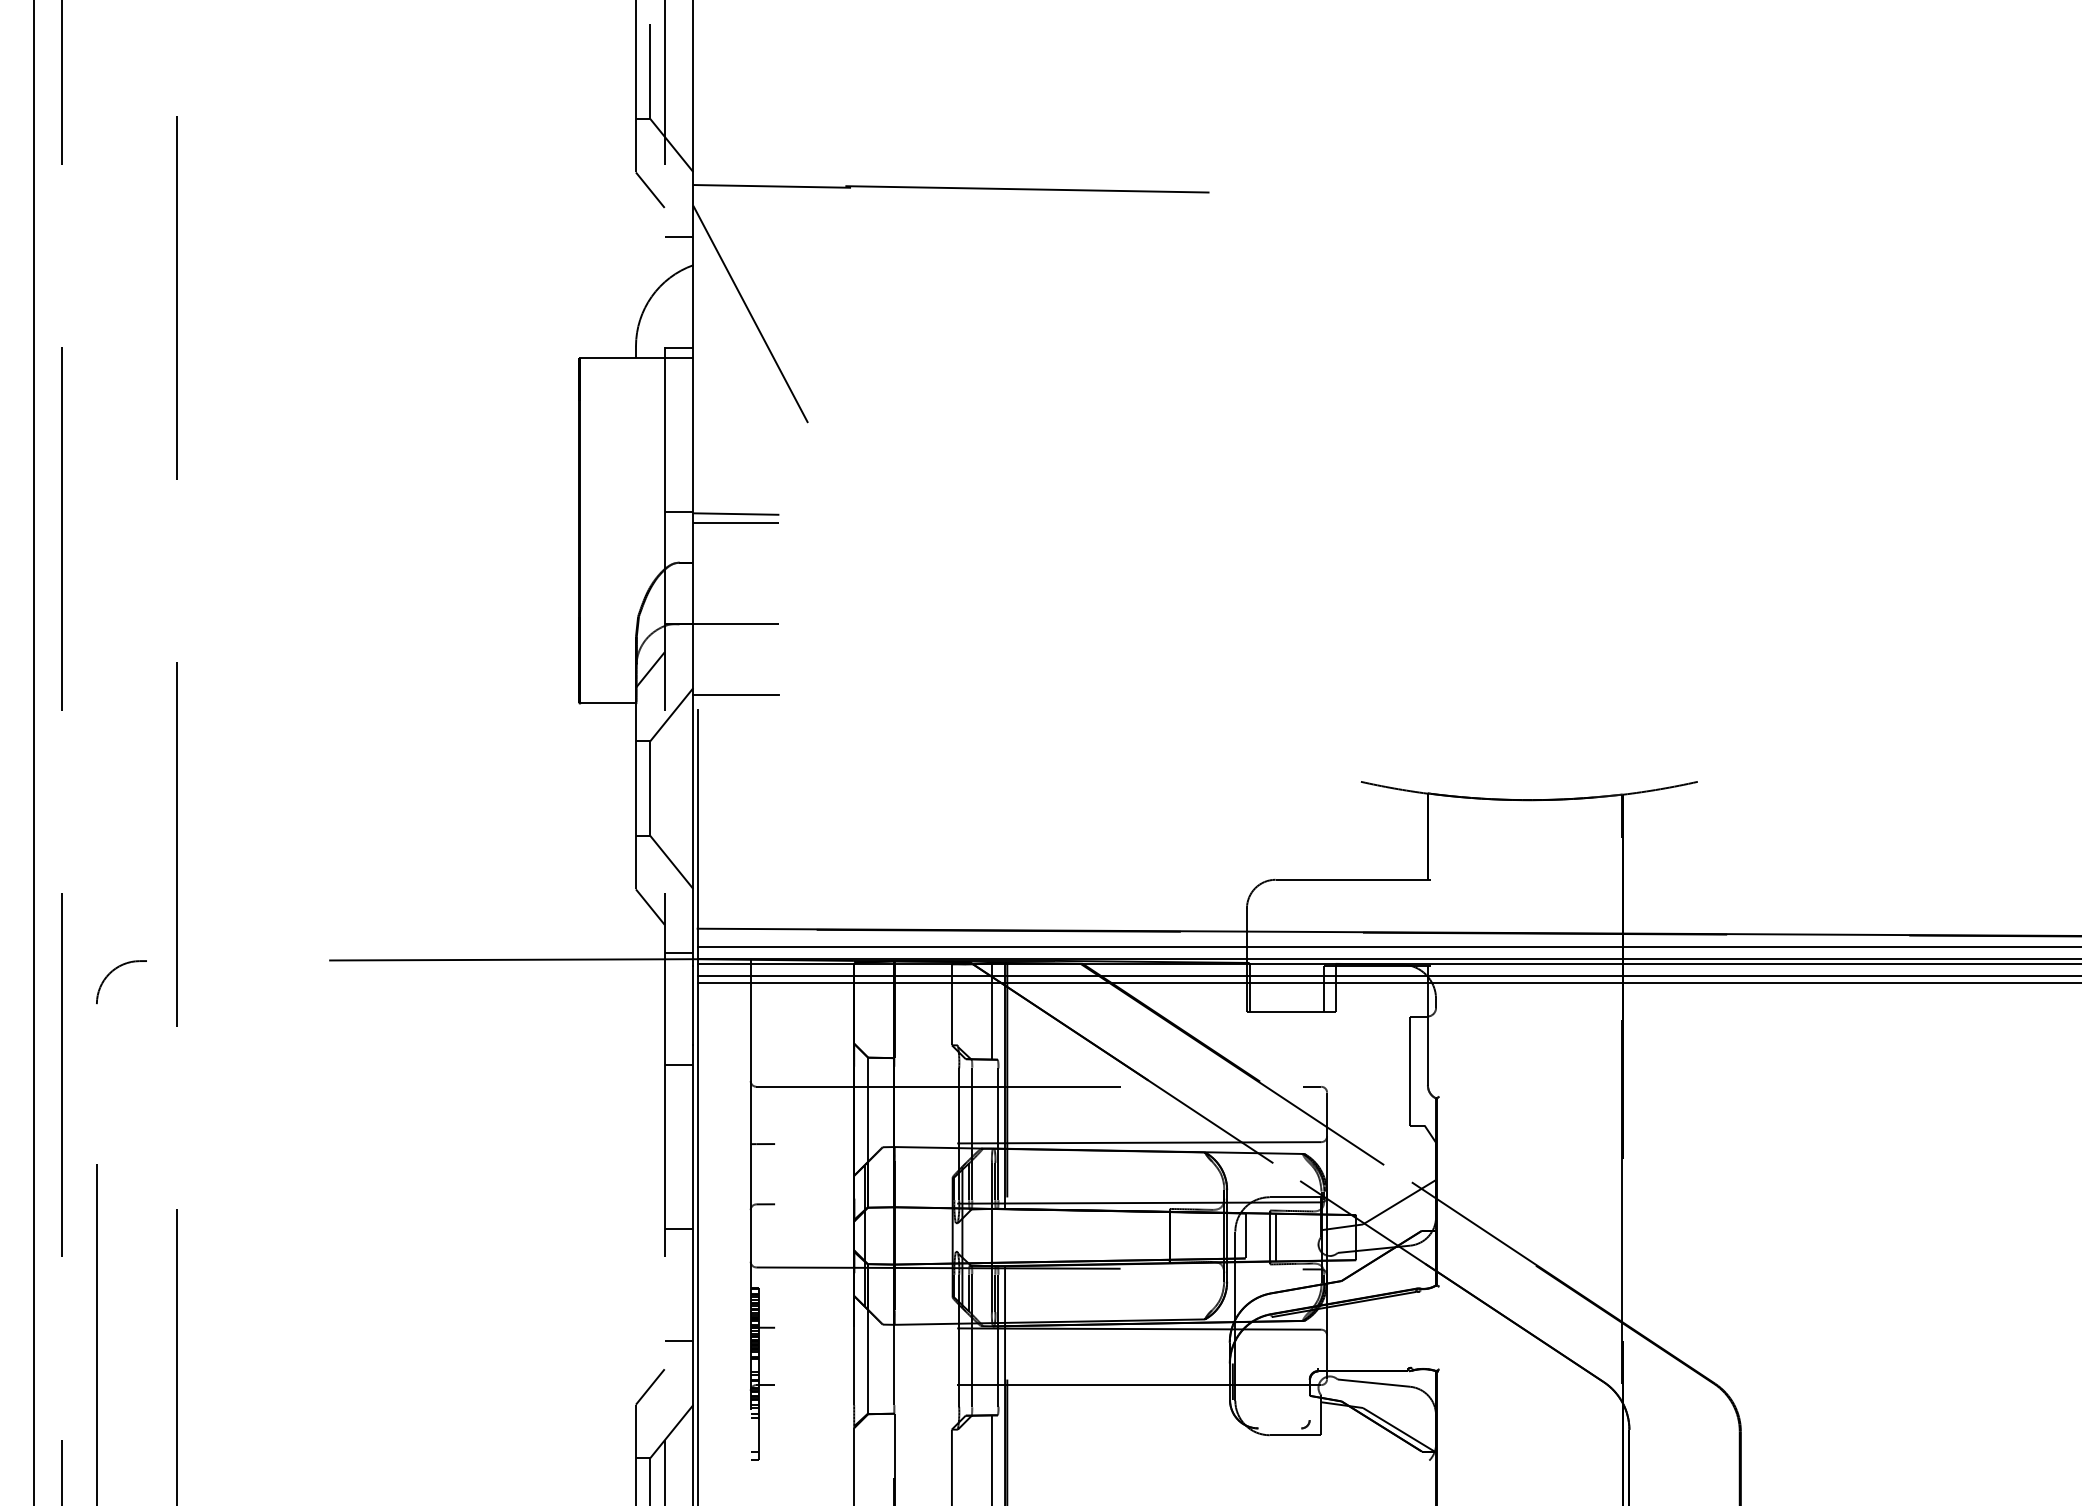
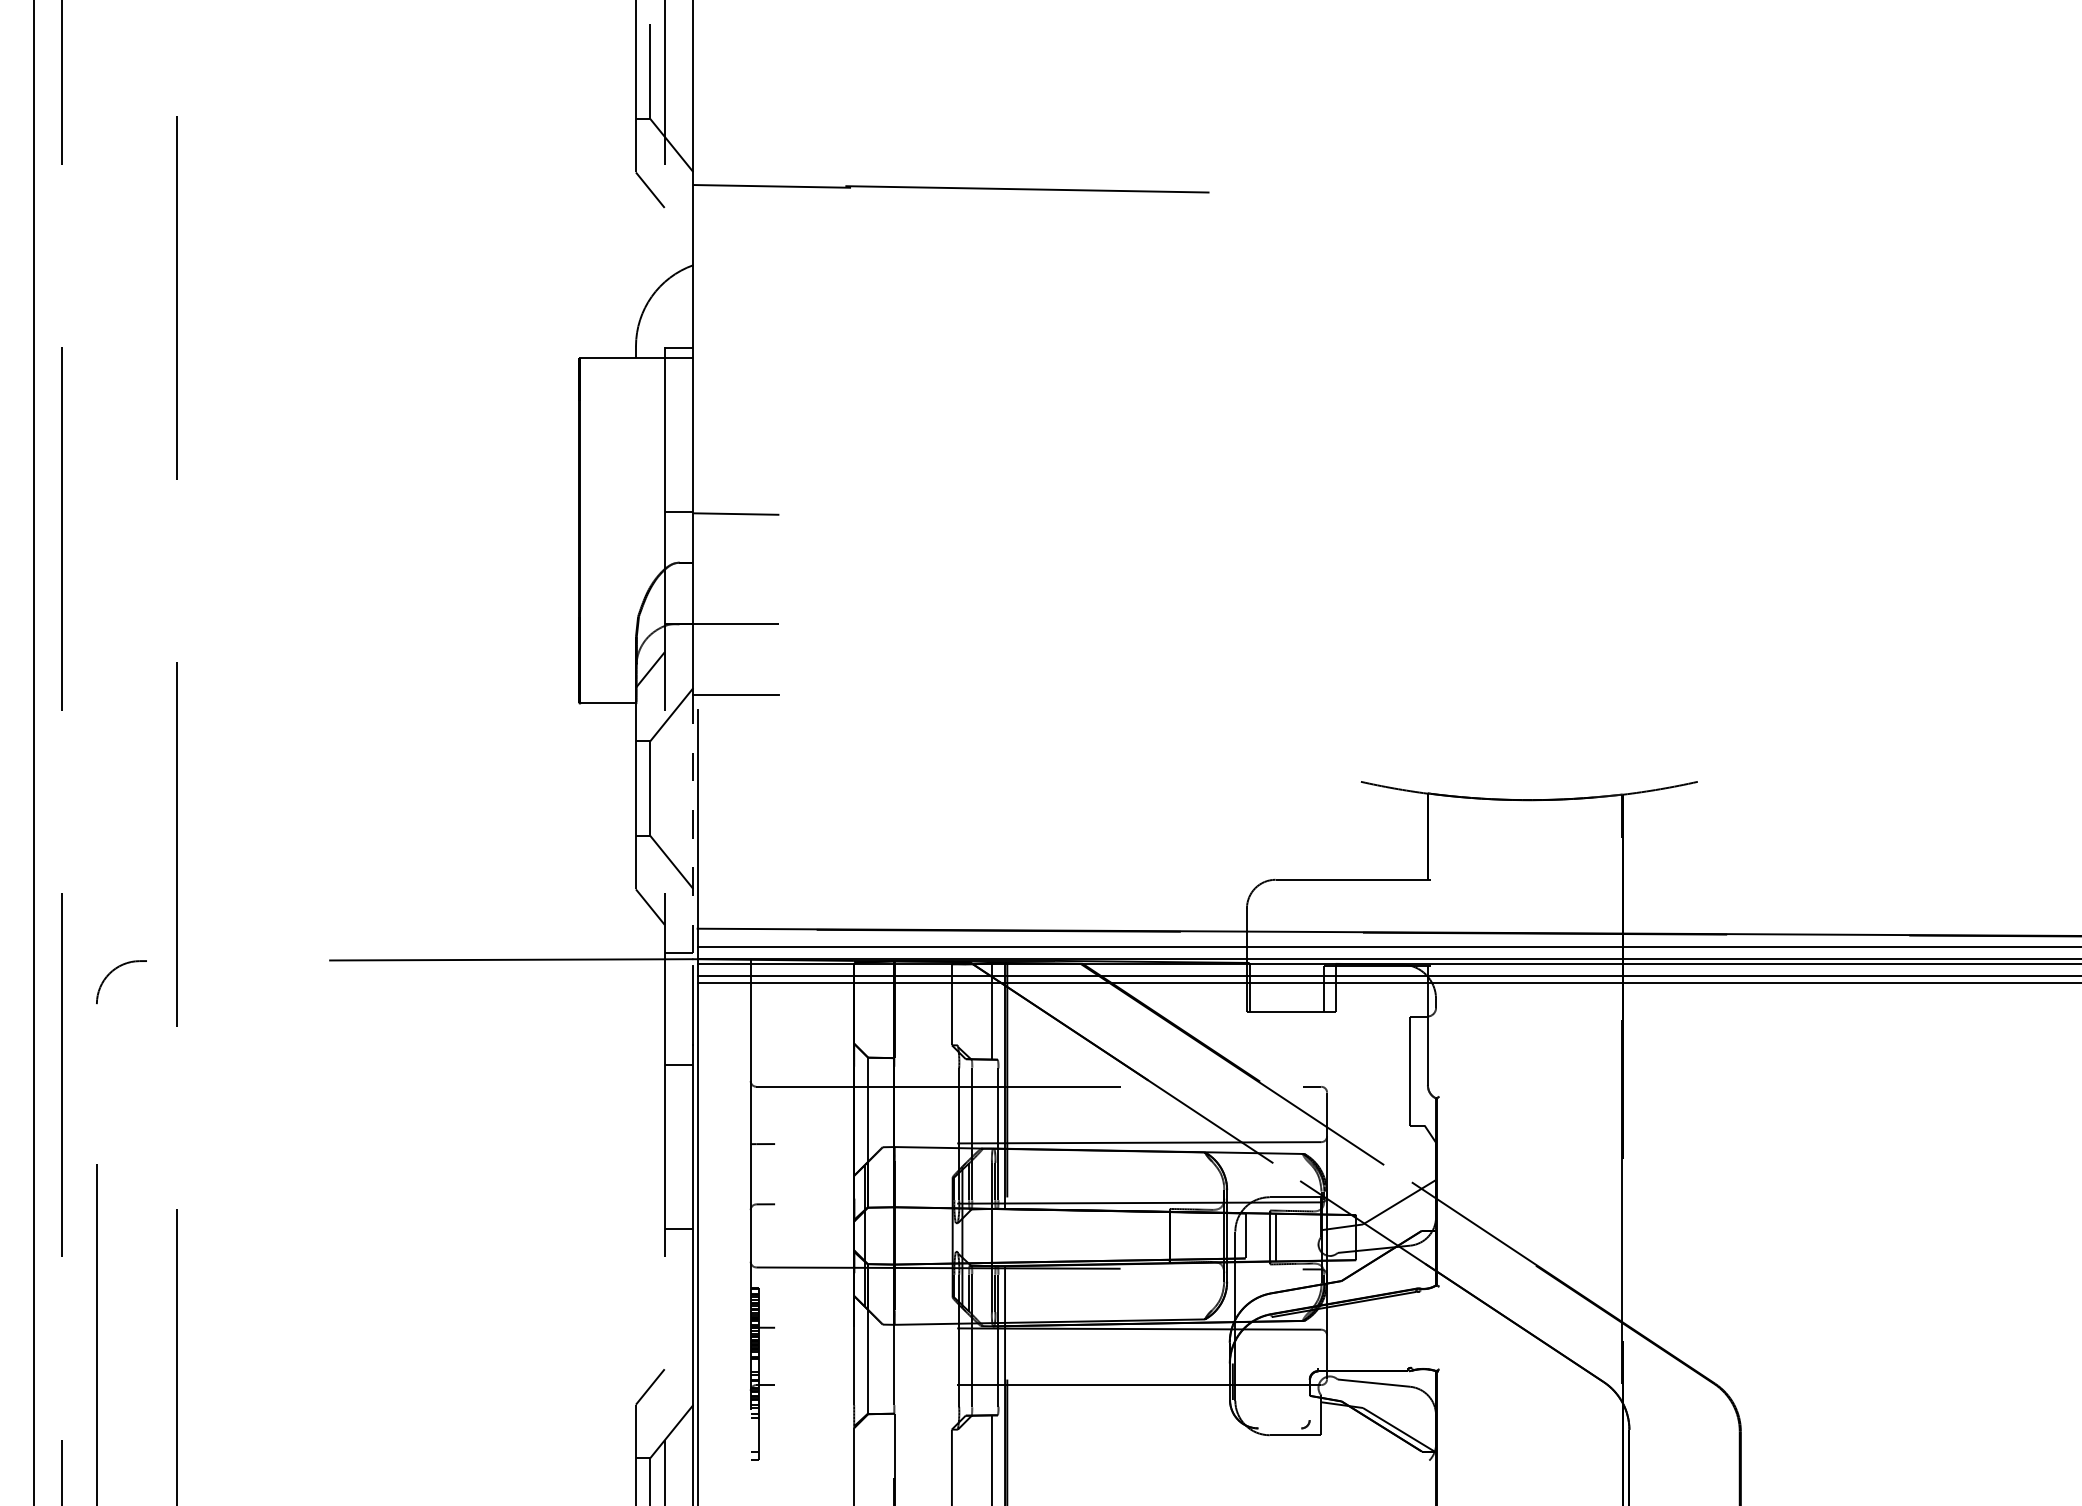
line at (678, 236): present -> none
line at (750, 313): present -> none
line at (736, 523): present -> none
line at (693, 831): solid -> dashed
line at (678, 1340): present -> none
